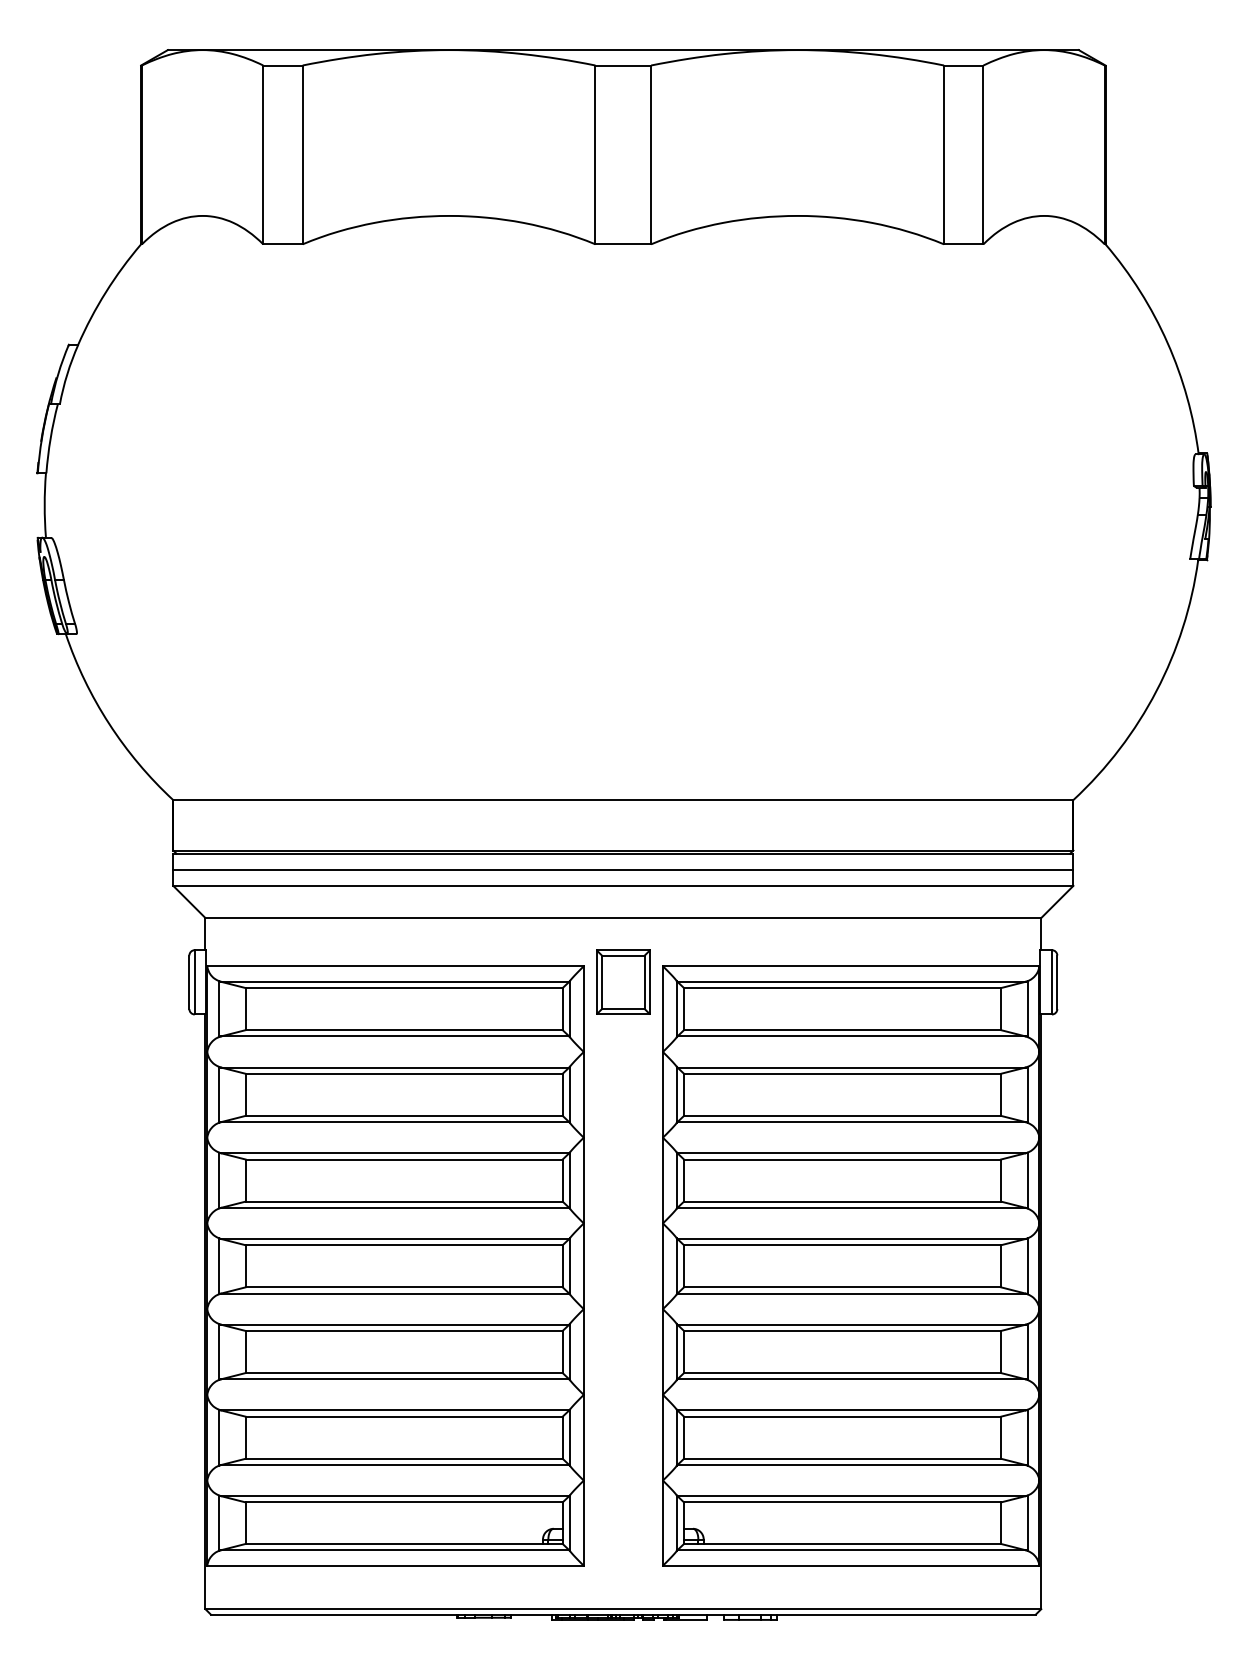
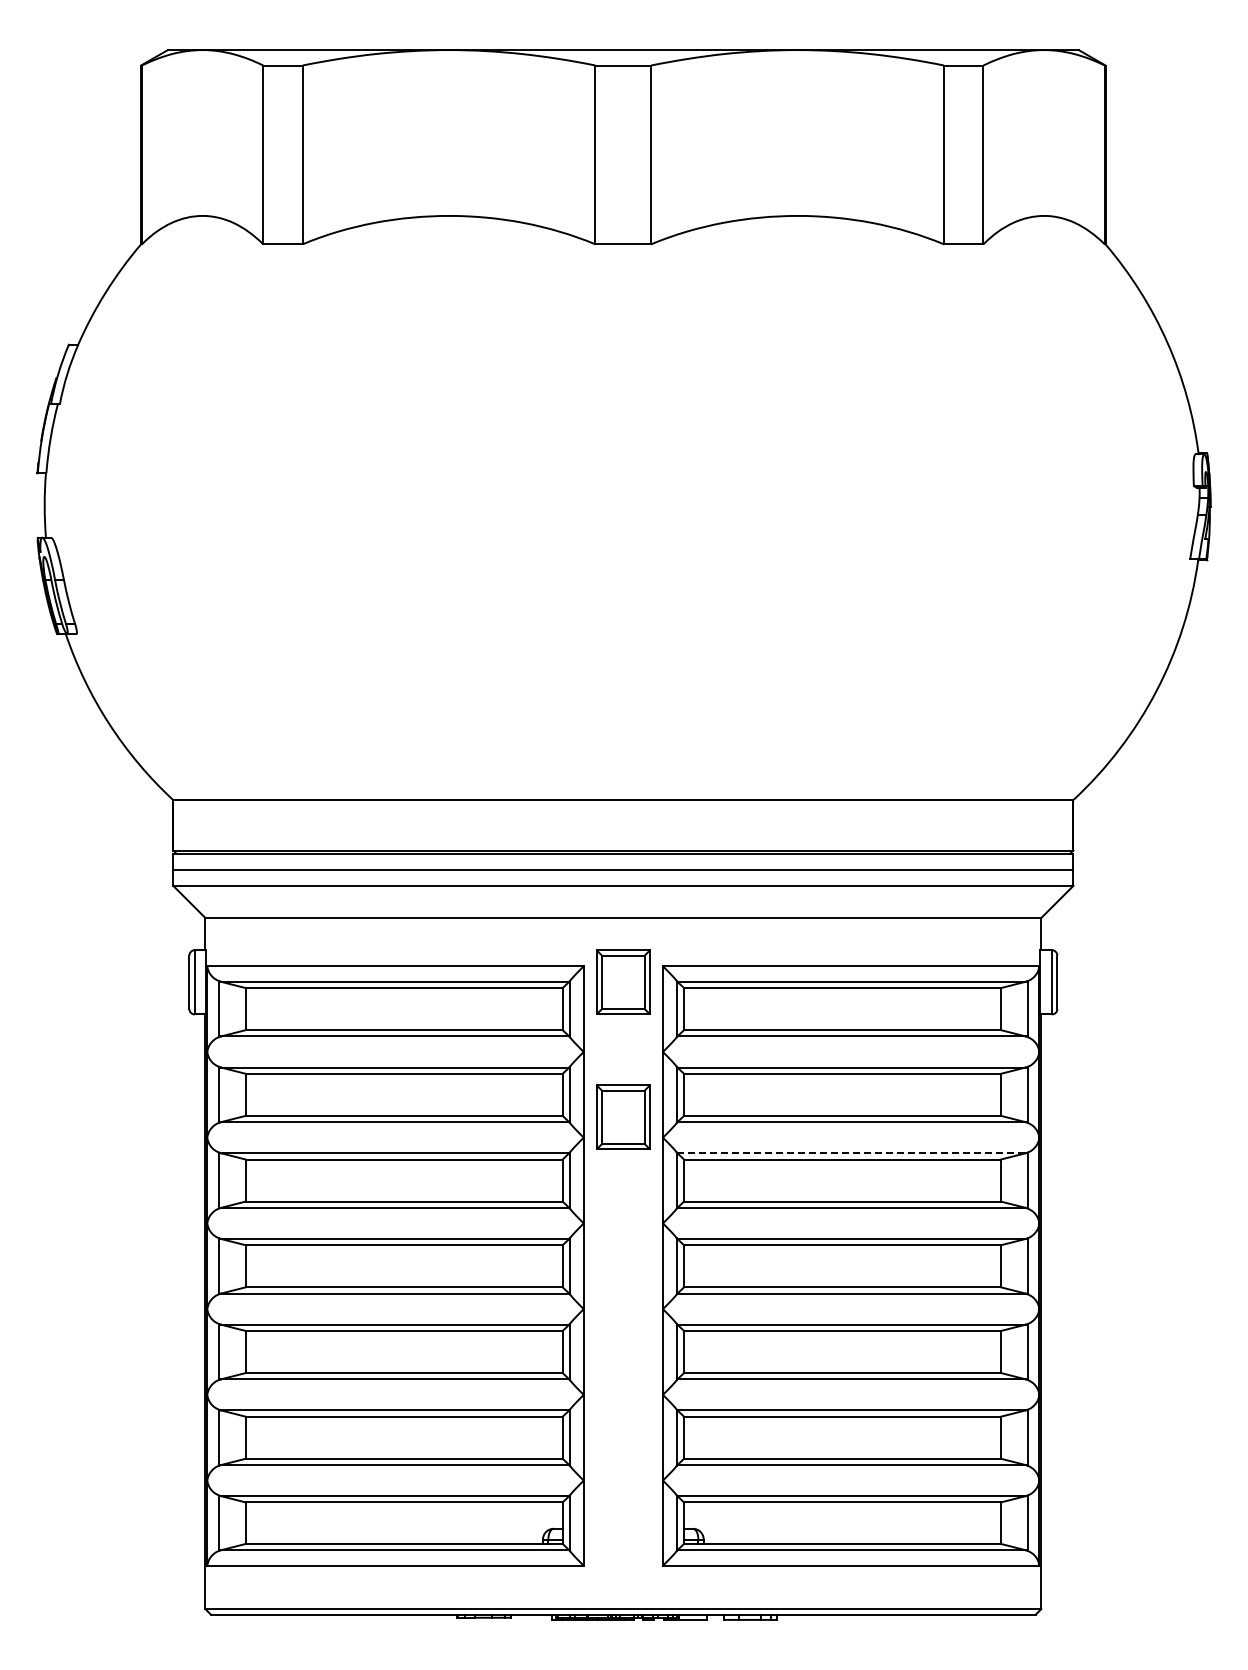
part at (623, 1116): none -> present
line at (852, 1153): solid -> dashed
